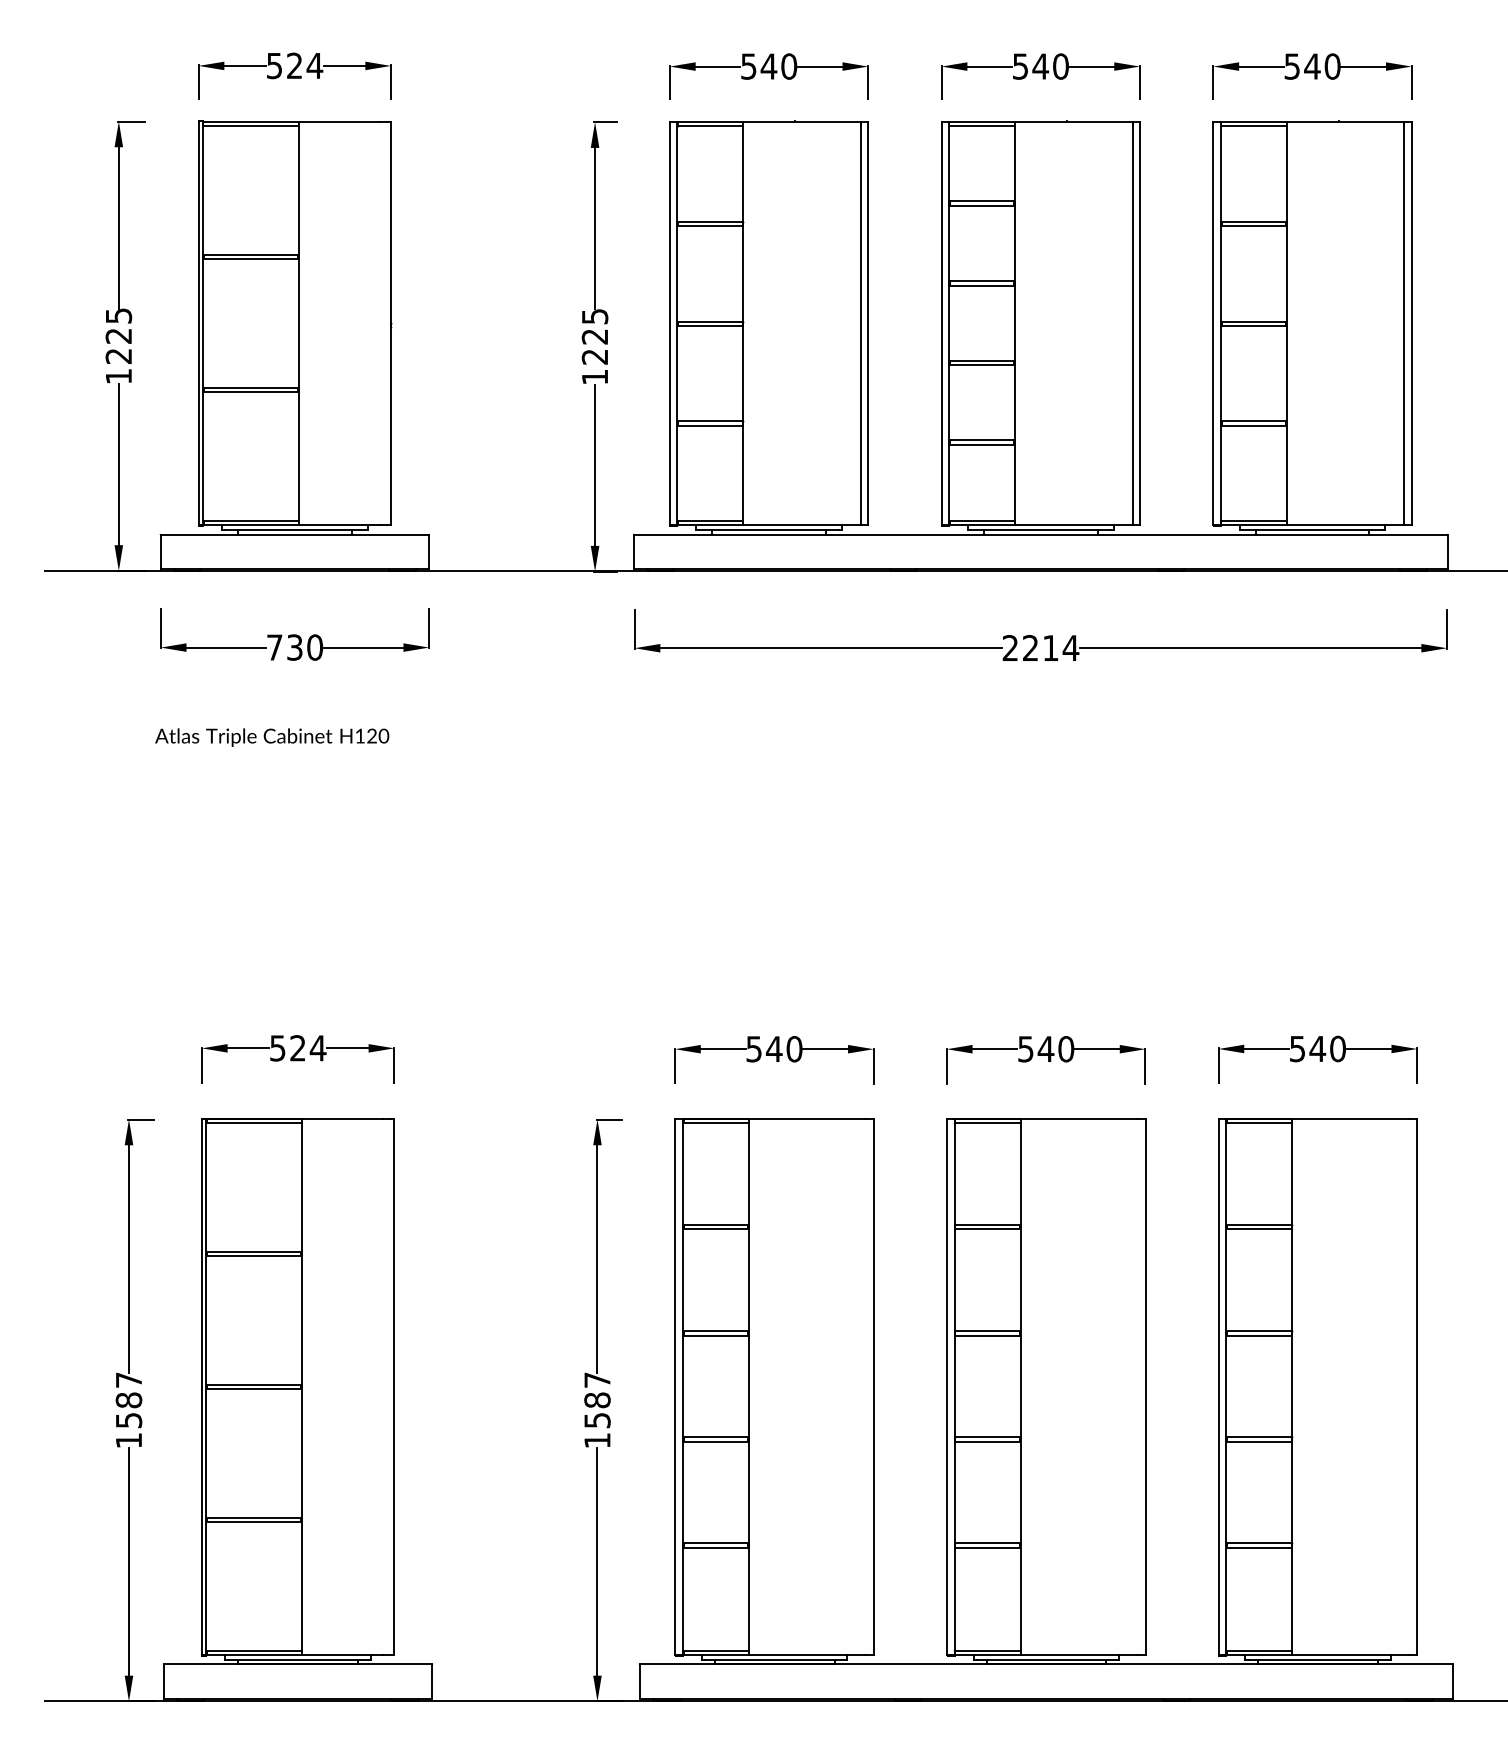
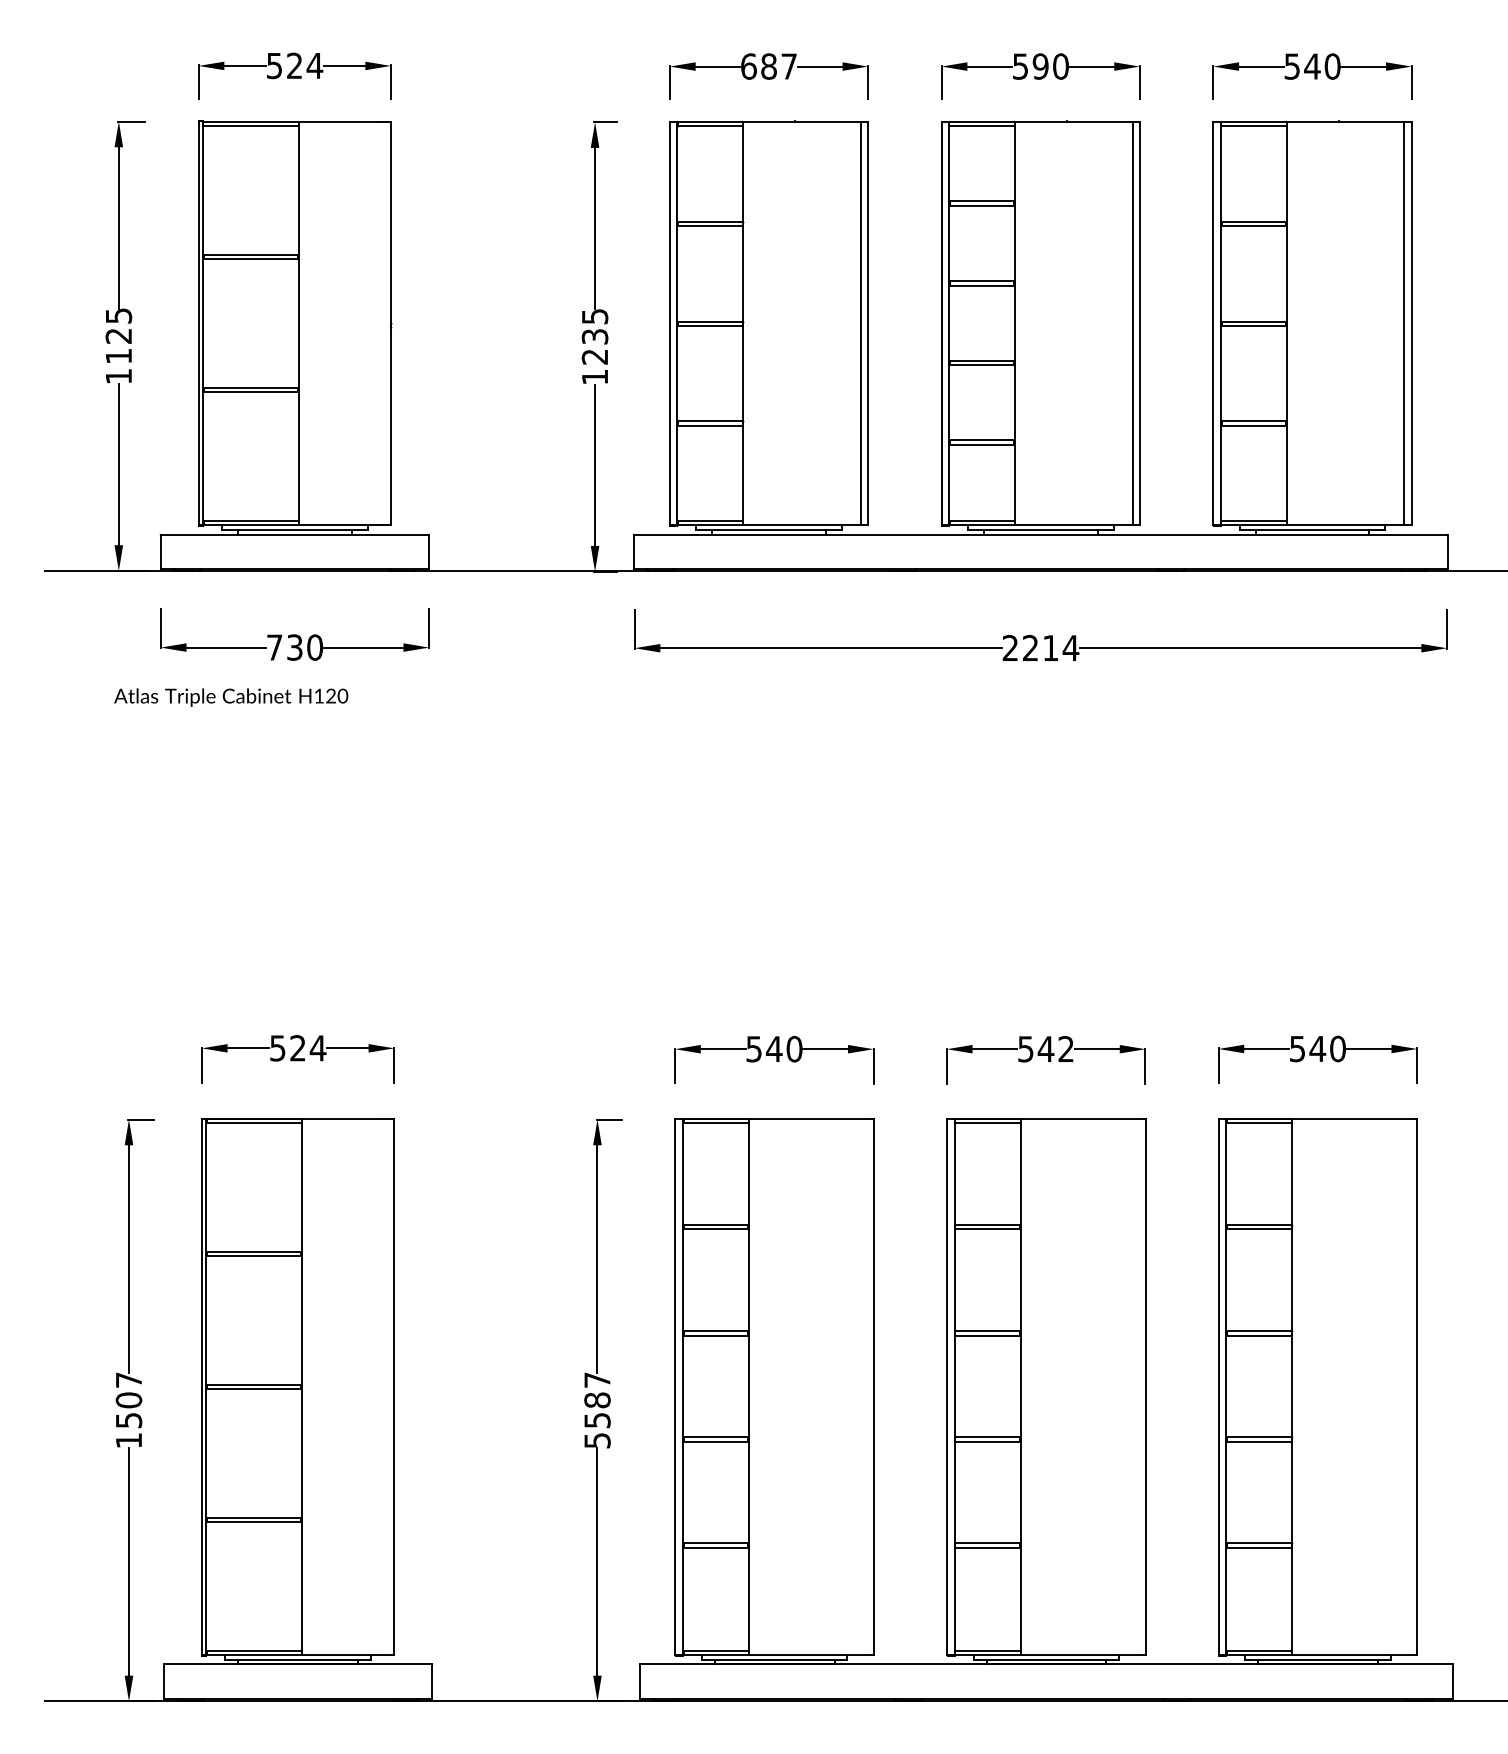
text at (769, 66): 540 -> 687
text at (1040, 66): 540 -> 590
text at (595, 336): 1225 -> 1235
text at (118, 356): 1225 -> 1125
text at (272, 737) position: (272, 737) -> (231, 697)
text at (1066, 1049): 540 -> 542
text at (128, 1400): 1587 -> 1507
text at (597, 1440): 1587 -> 5587
